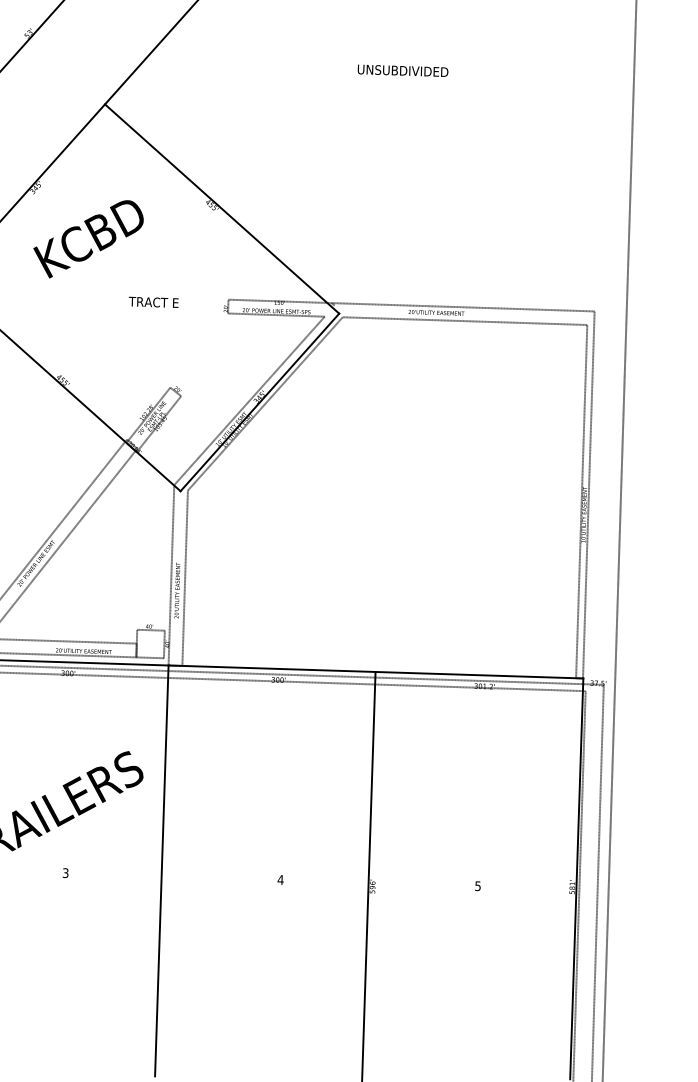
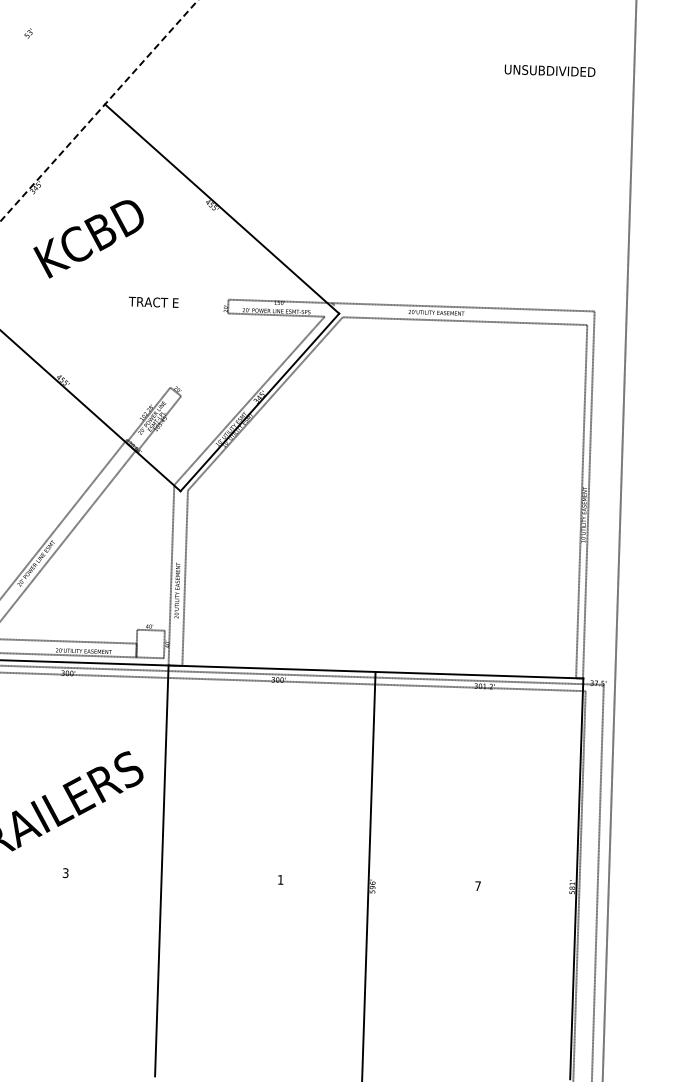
line at (32, 35): present -> none
text at (402, 70) position: (402, 70) -> (549, 70)
line at (99, 111): solid -> dashed
text at (280, 879): 4 -> 1
text at (477, 886): 5 -> 7
